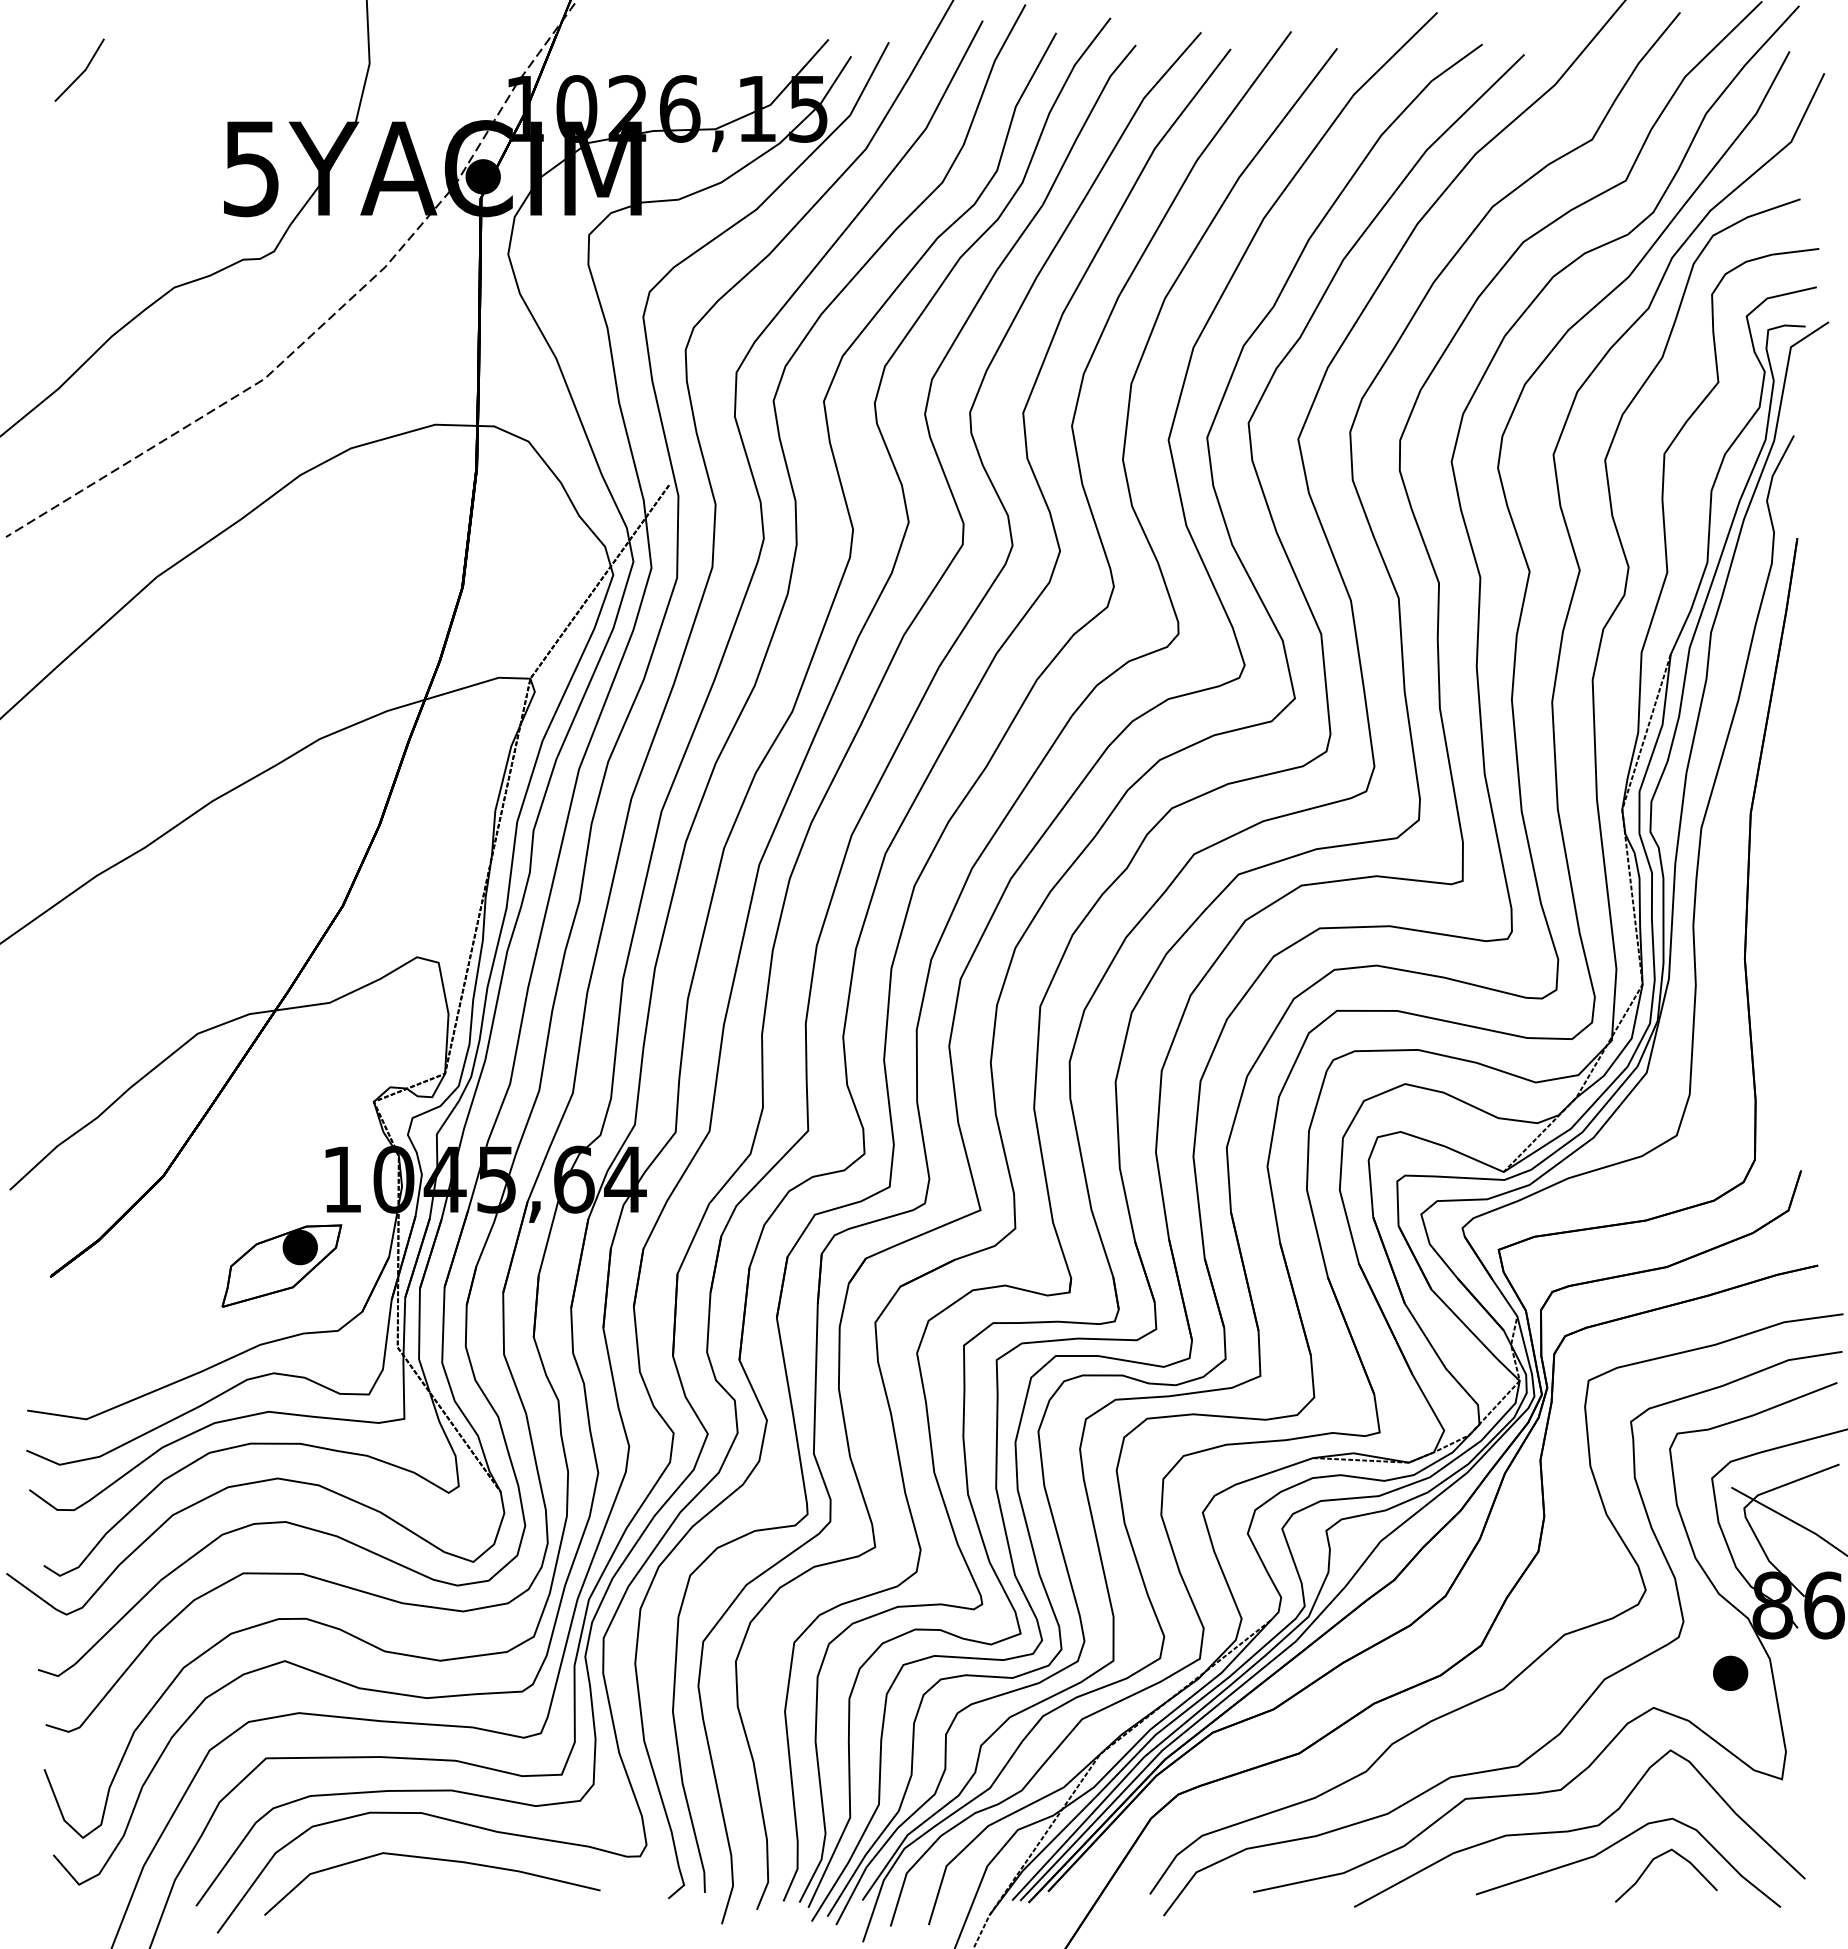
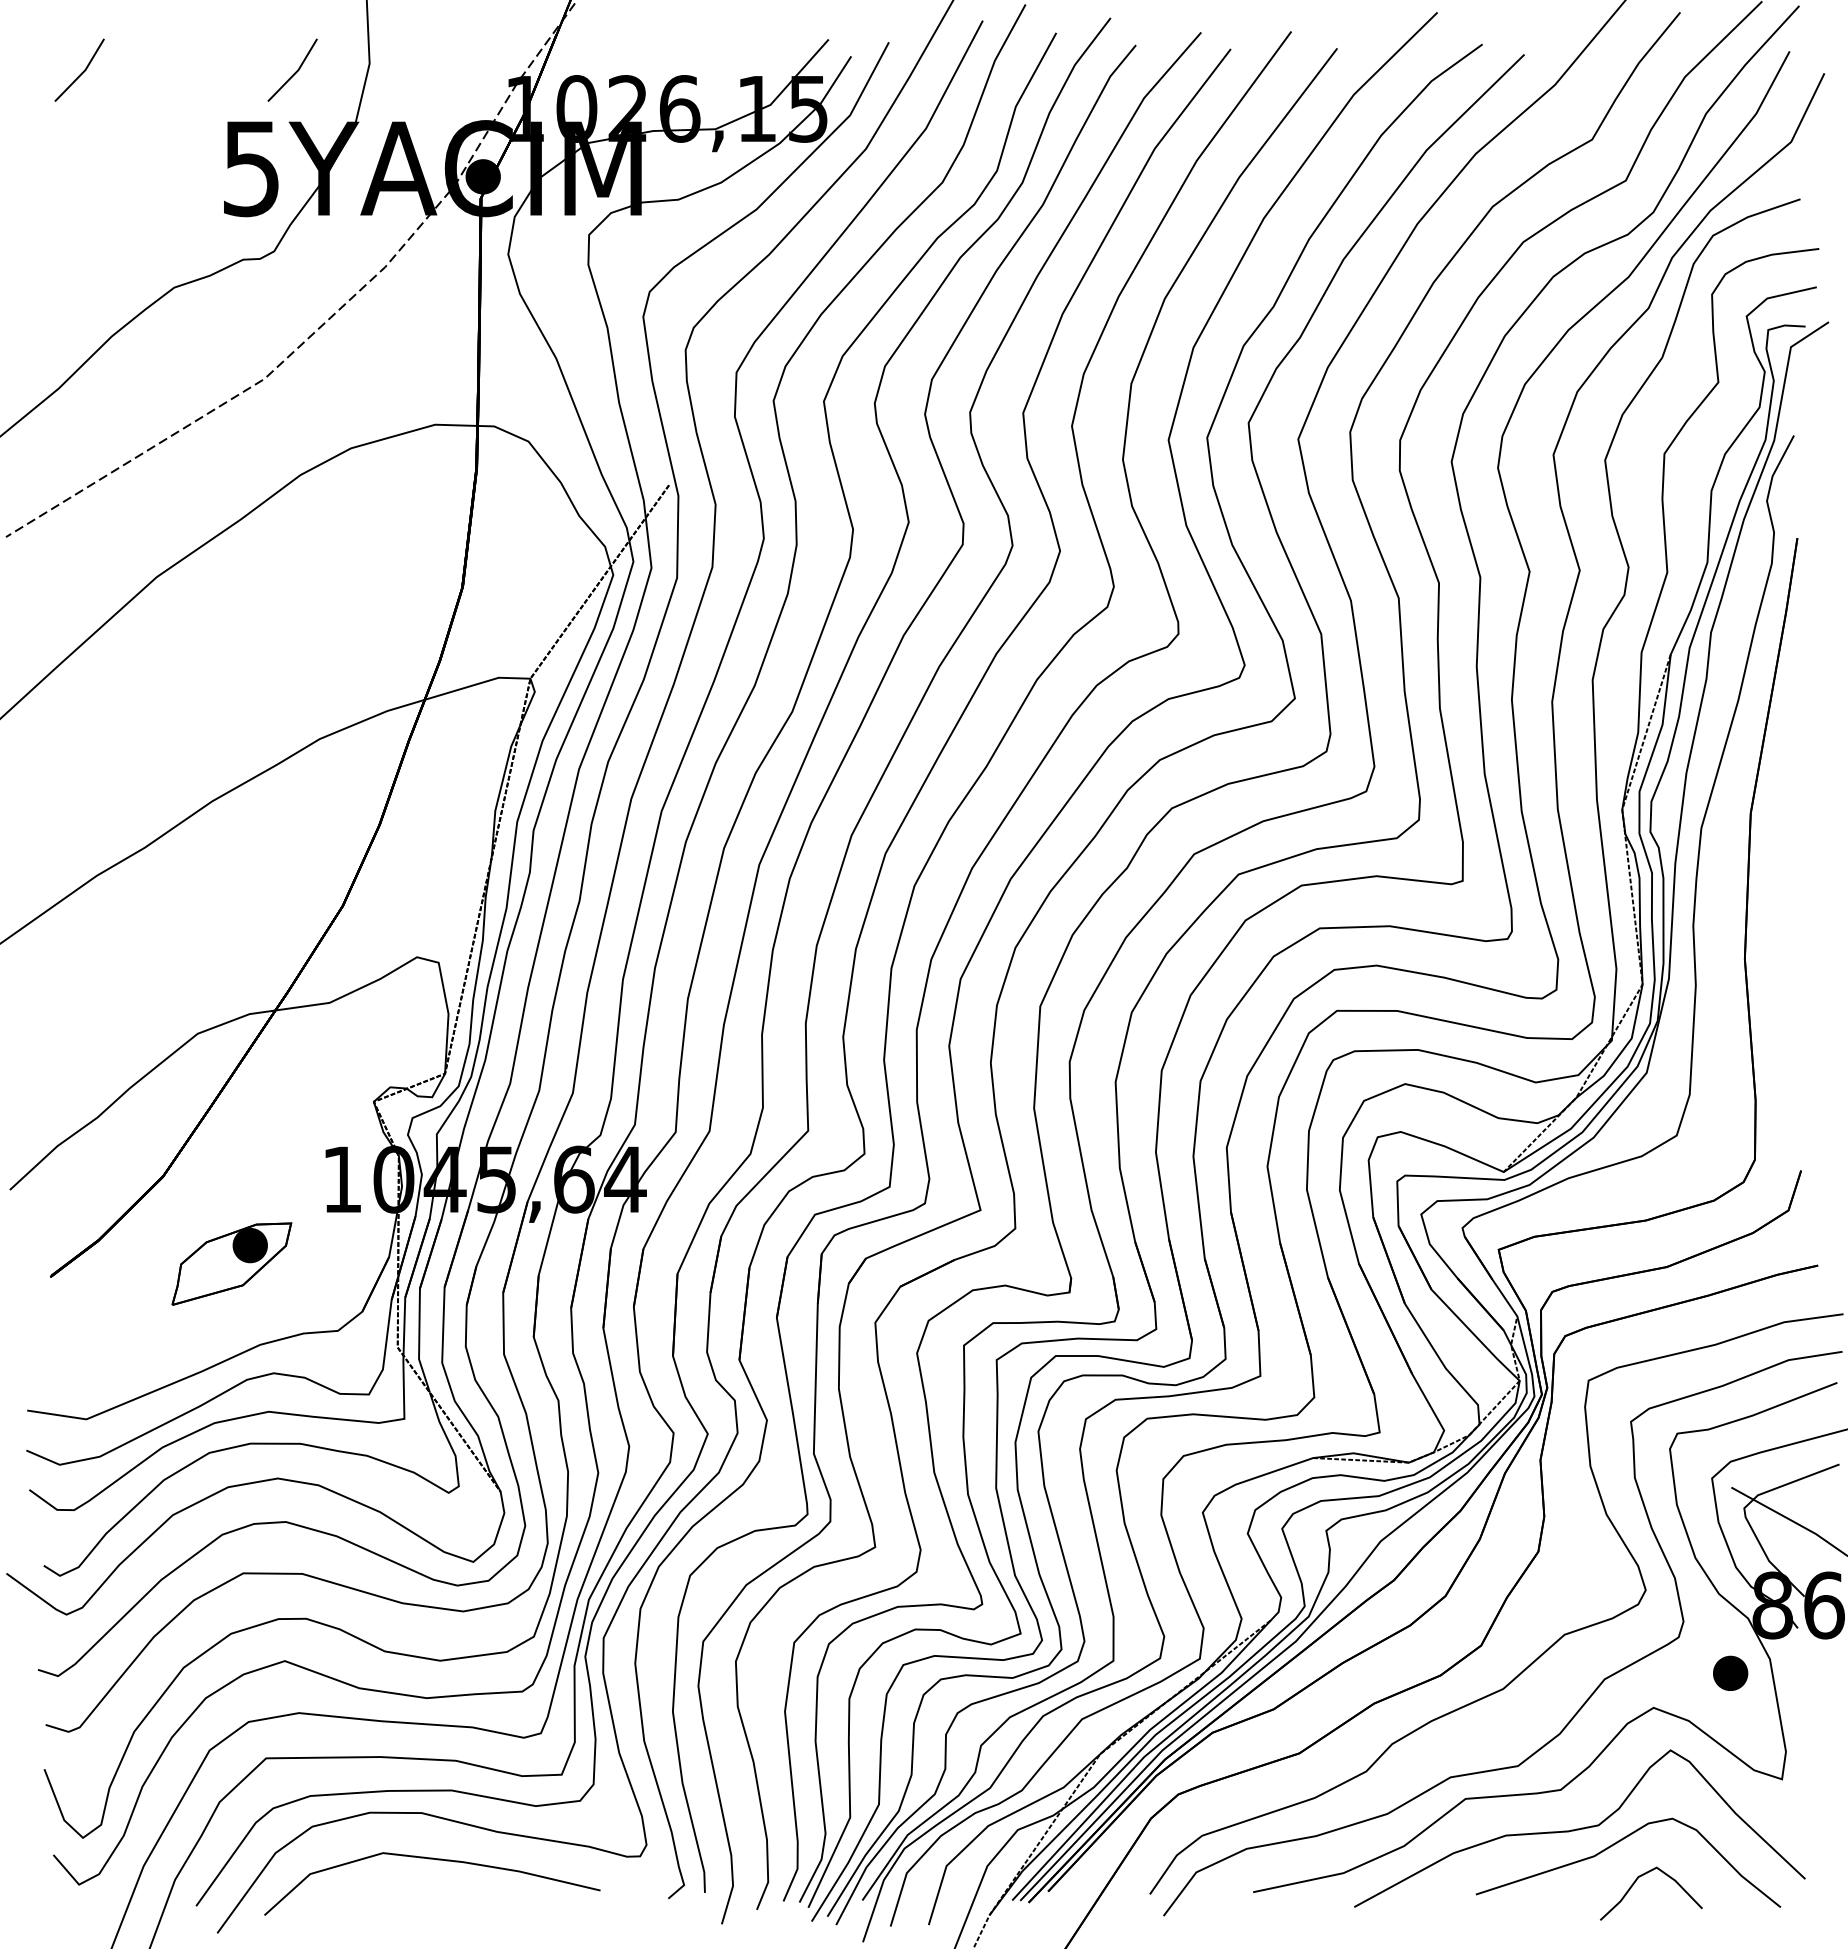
line at (295, 71): none -> present
part at (281, 1265) position: (281, 1265) -> (231, 1263)
part at (1652, 1862) position: (1652, 1862) -> (1637, 1880)
